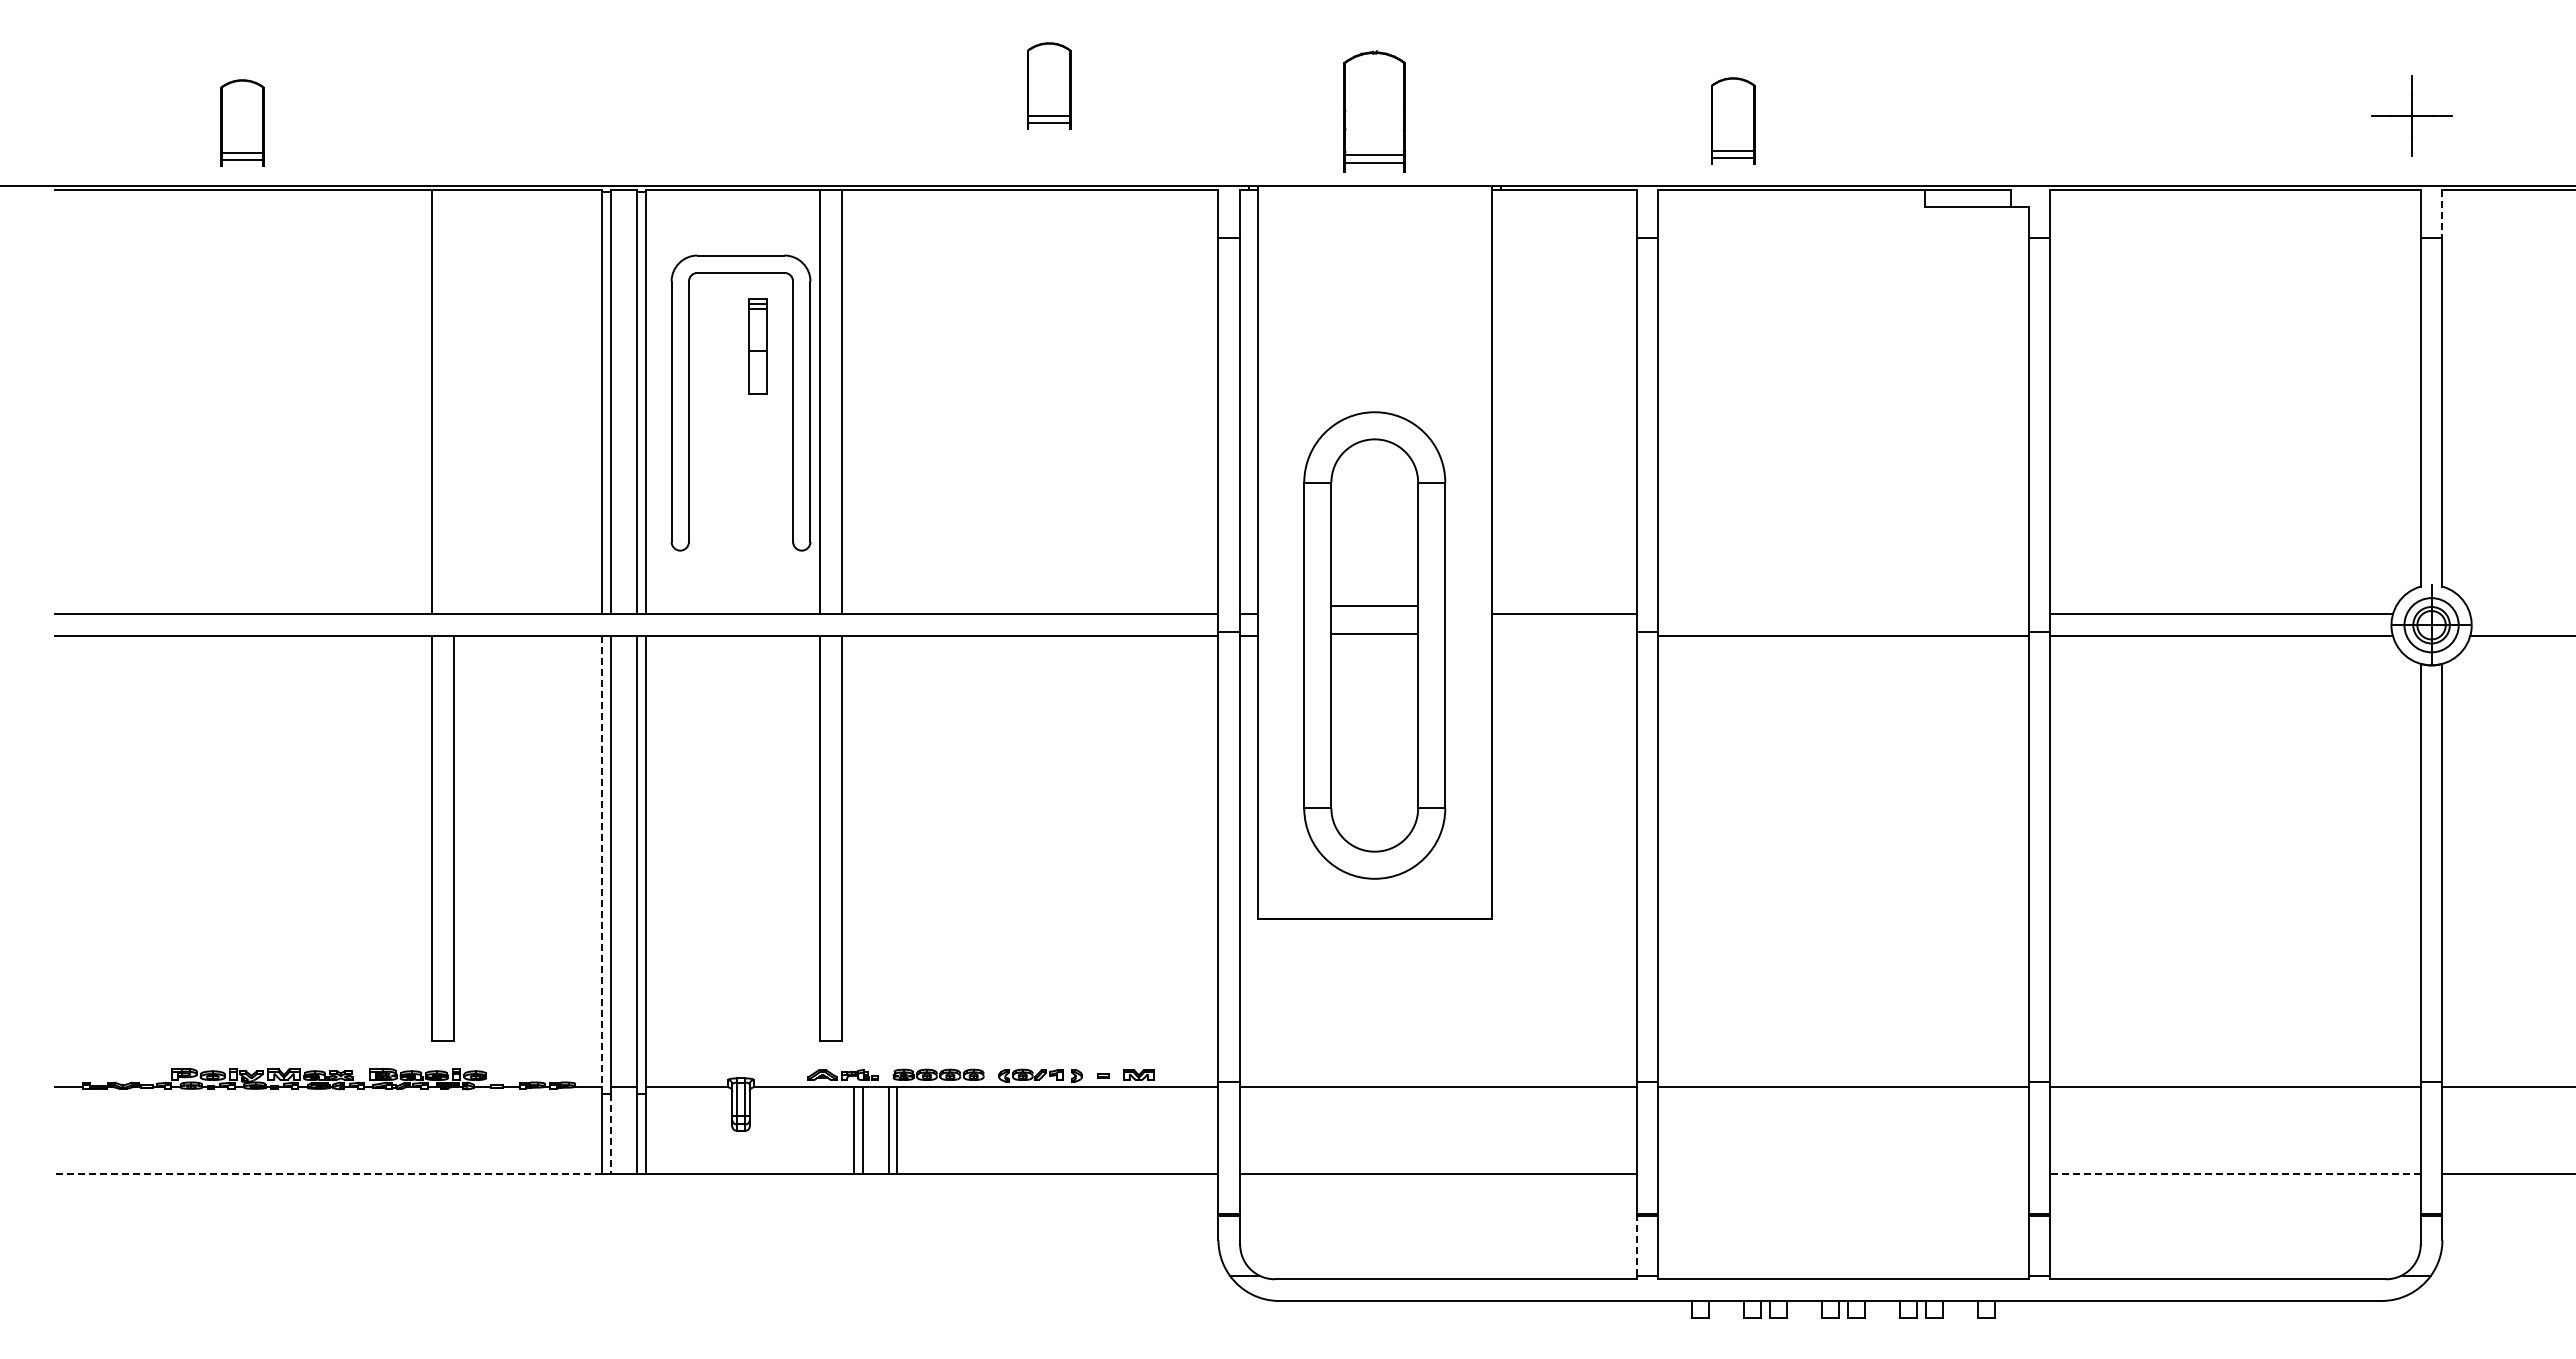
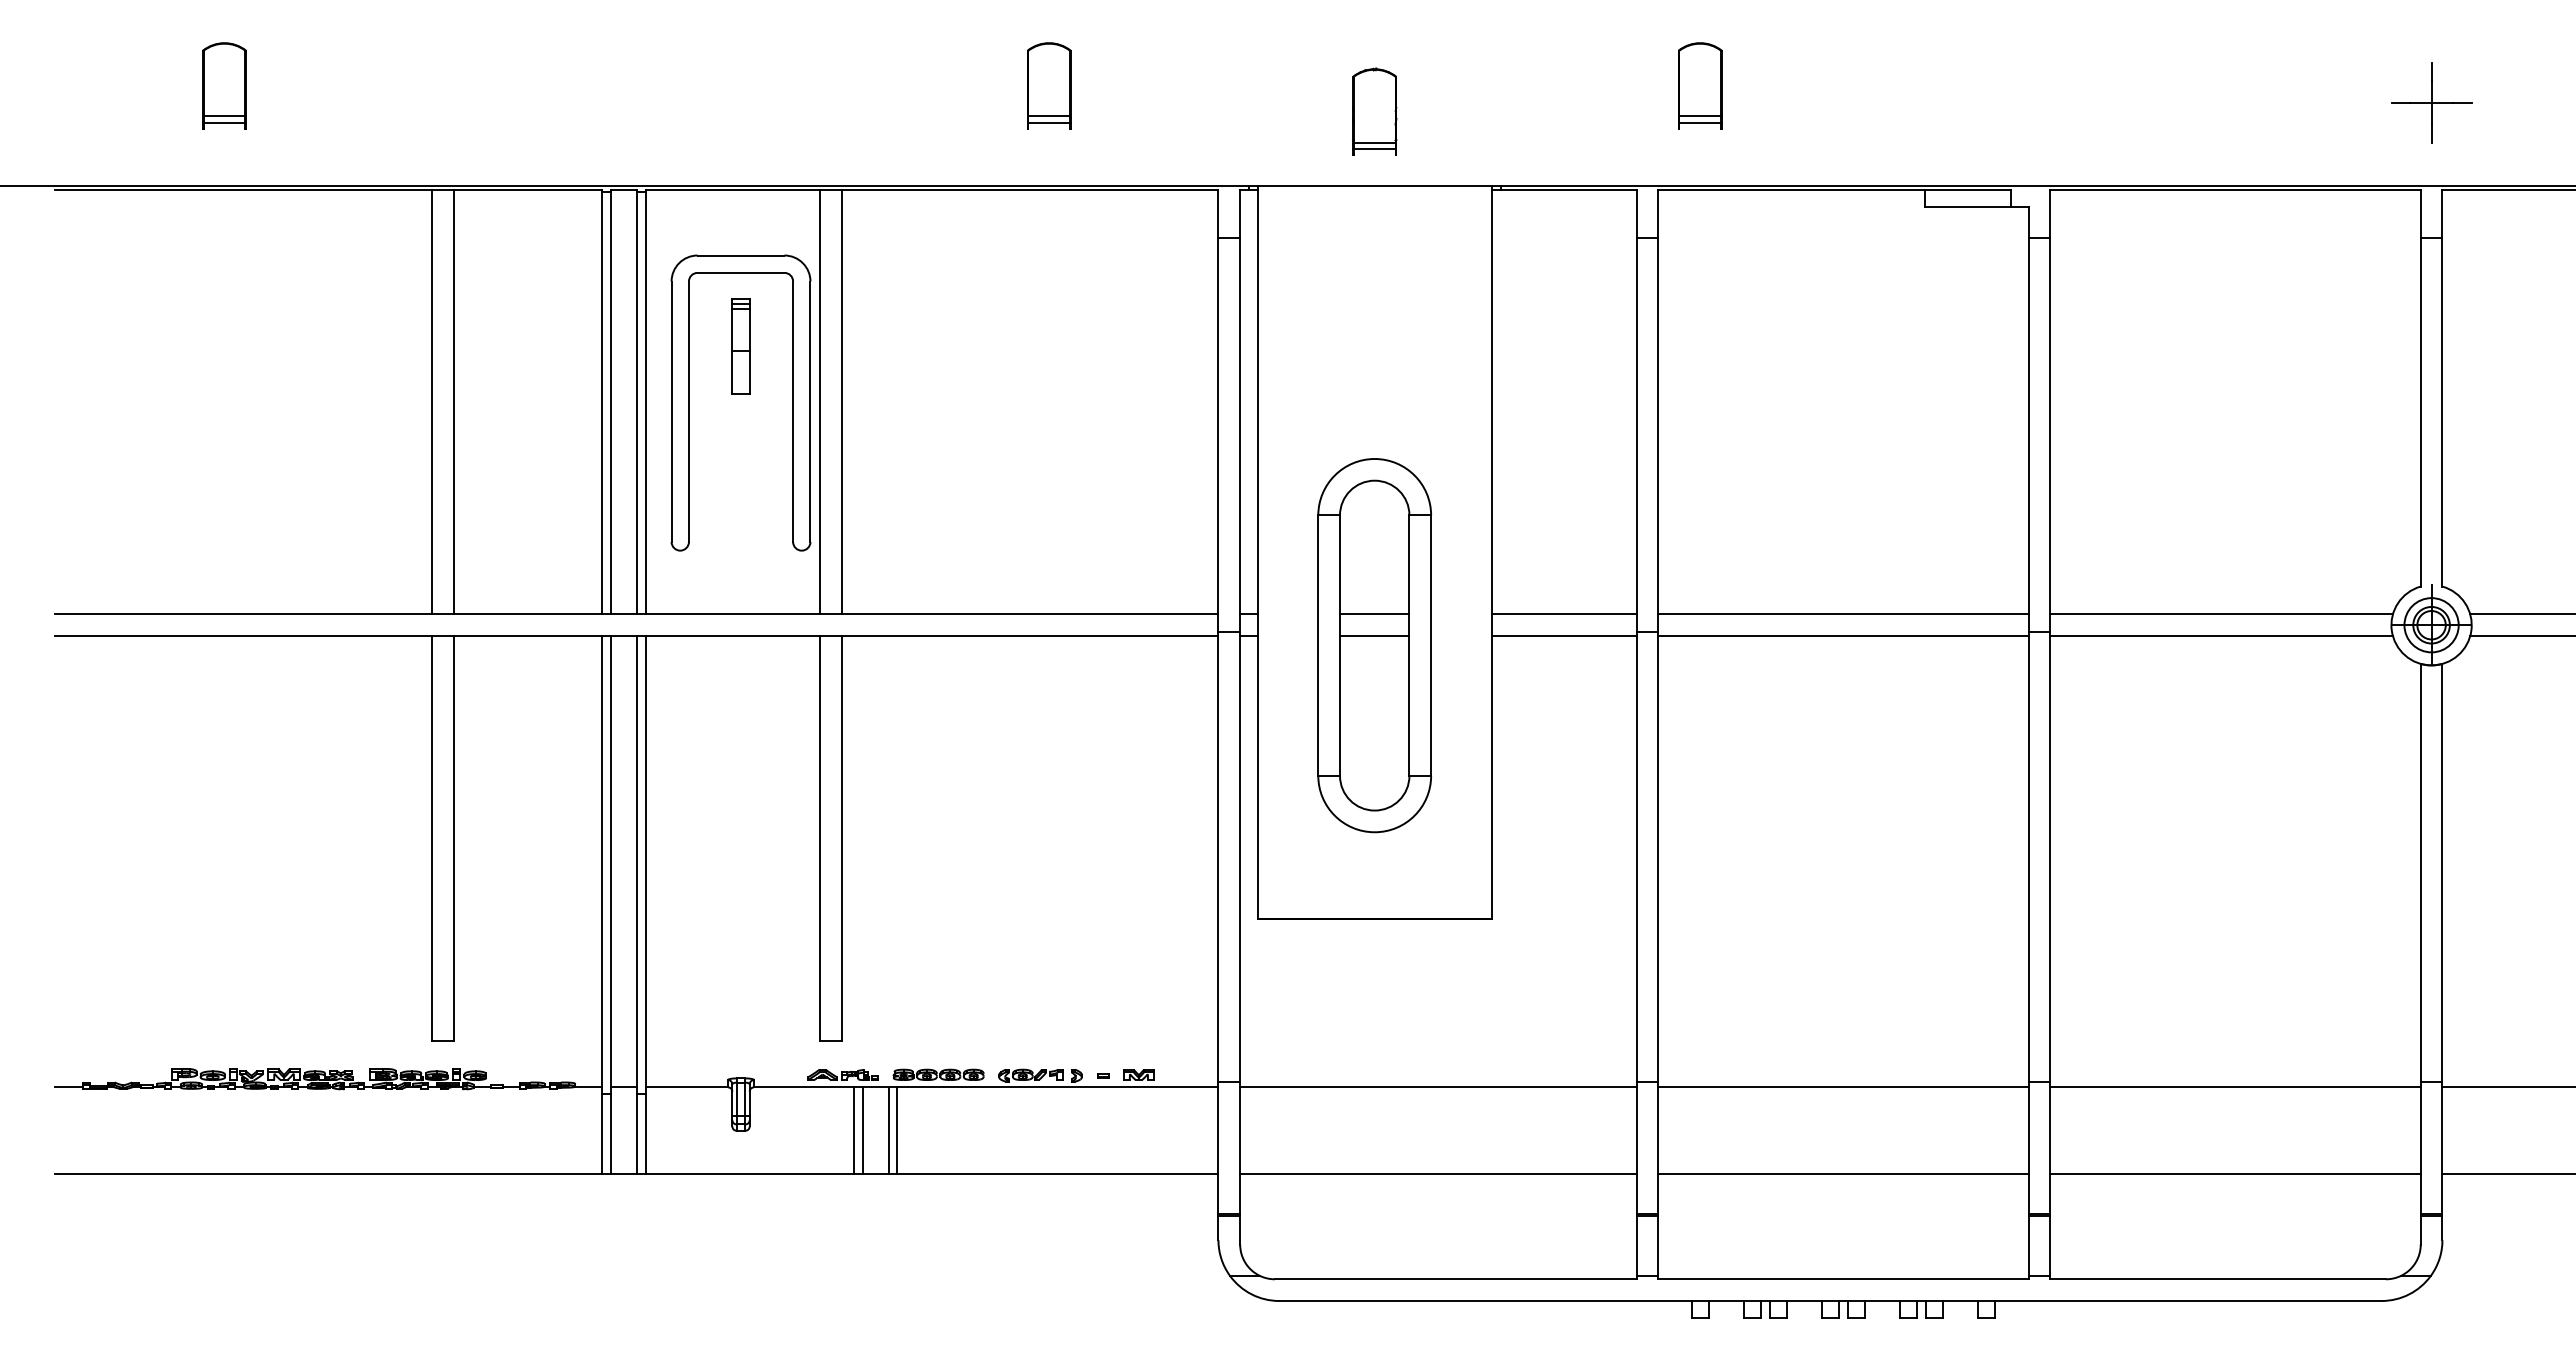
part at (1374, 111) size: 64x123 px -> 46x89 px
part at (2411, 115) position: (2411, 115) -> (2431, 102)
part at (1733, 120) position: (1733, 120) -> (1700, 85)
part at (242, 122) position: (242, 122) -> (224, 85)
line at (2442, 213): dashed -> solid
part at (757, 346) position: (757, 346) -> (740, 346)
line at (453, 401): none -> present
line at (1843, 614): none -> present
line at (2521, 614): none -> present
line at (1563, 636): none -> present
part at (1374, 645) size: 144x469 px -> 115x376 px
line at (602, 864): dashed -> solid
line at (610, 1134): dashed -> solid
line at (328, 1174): dashed -> solid
line at (1843, 1174): none -> present
line at (2235, 1174): dashed -> solid
line at (1636, 1245): dashed -> solid
